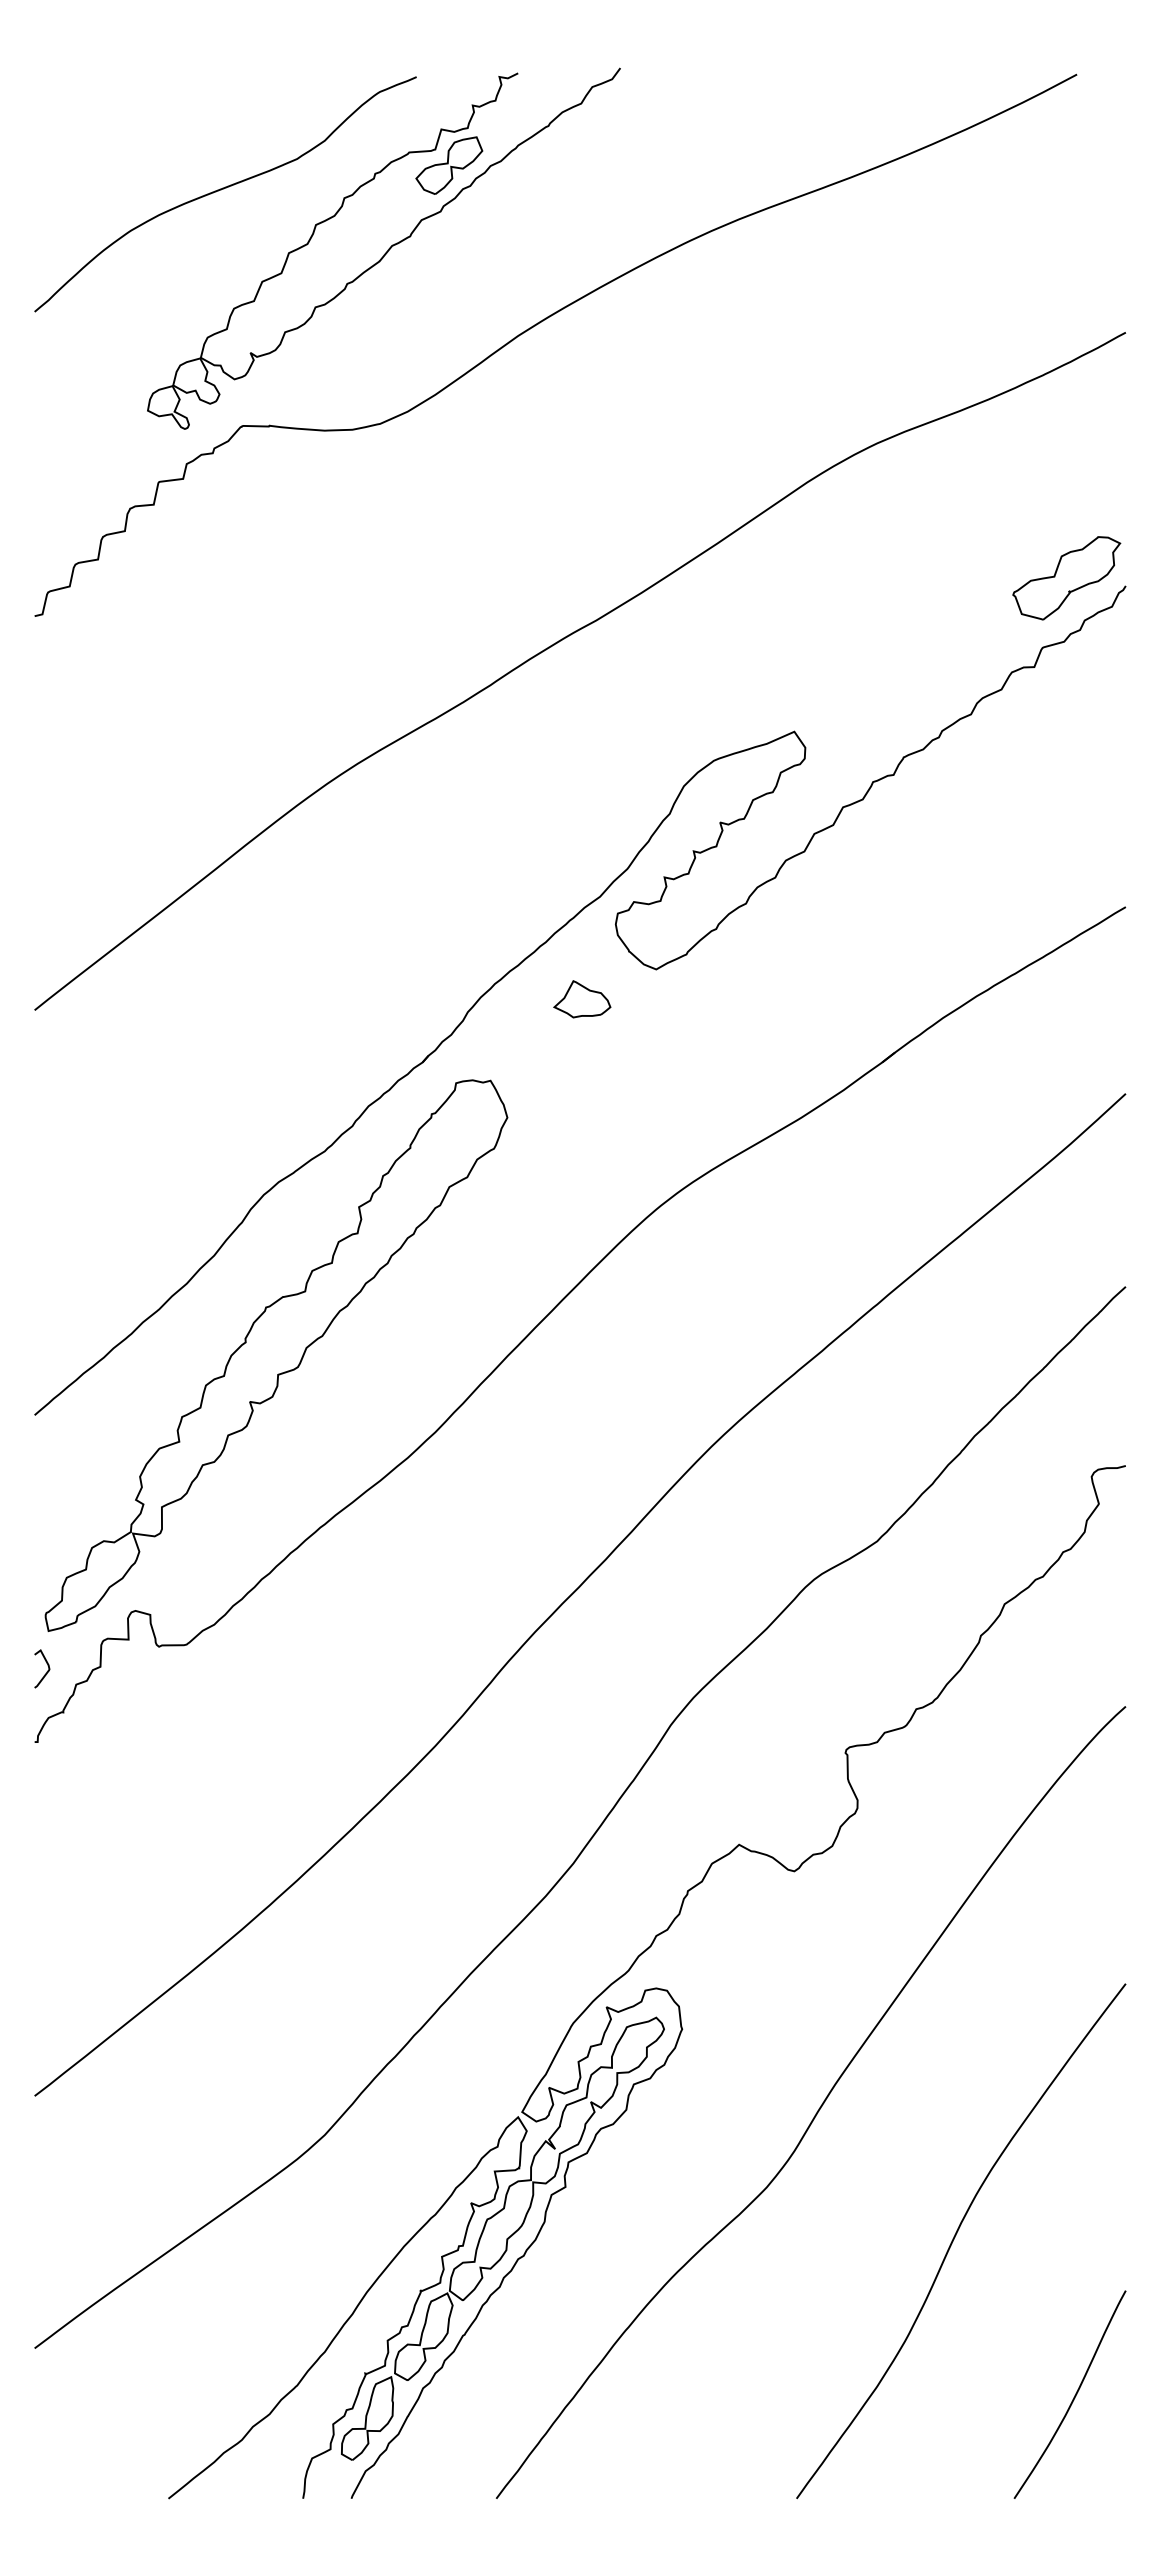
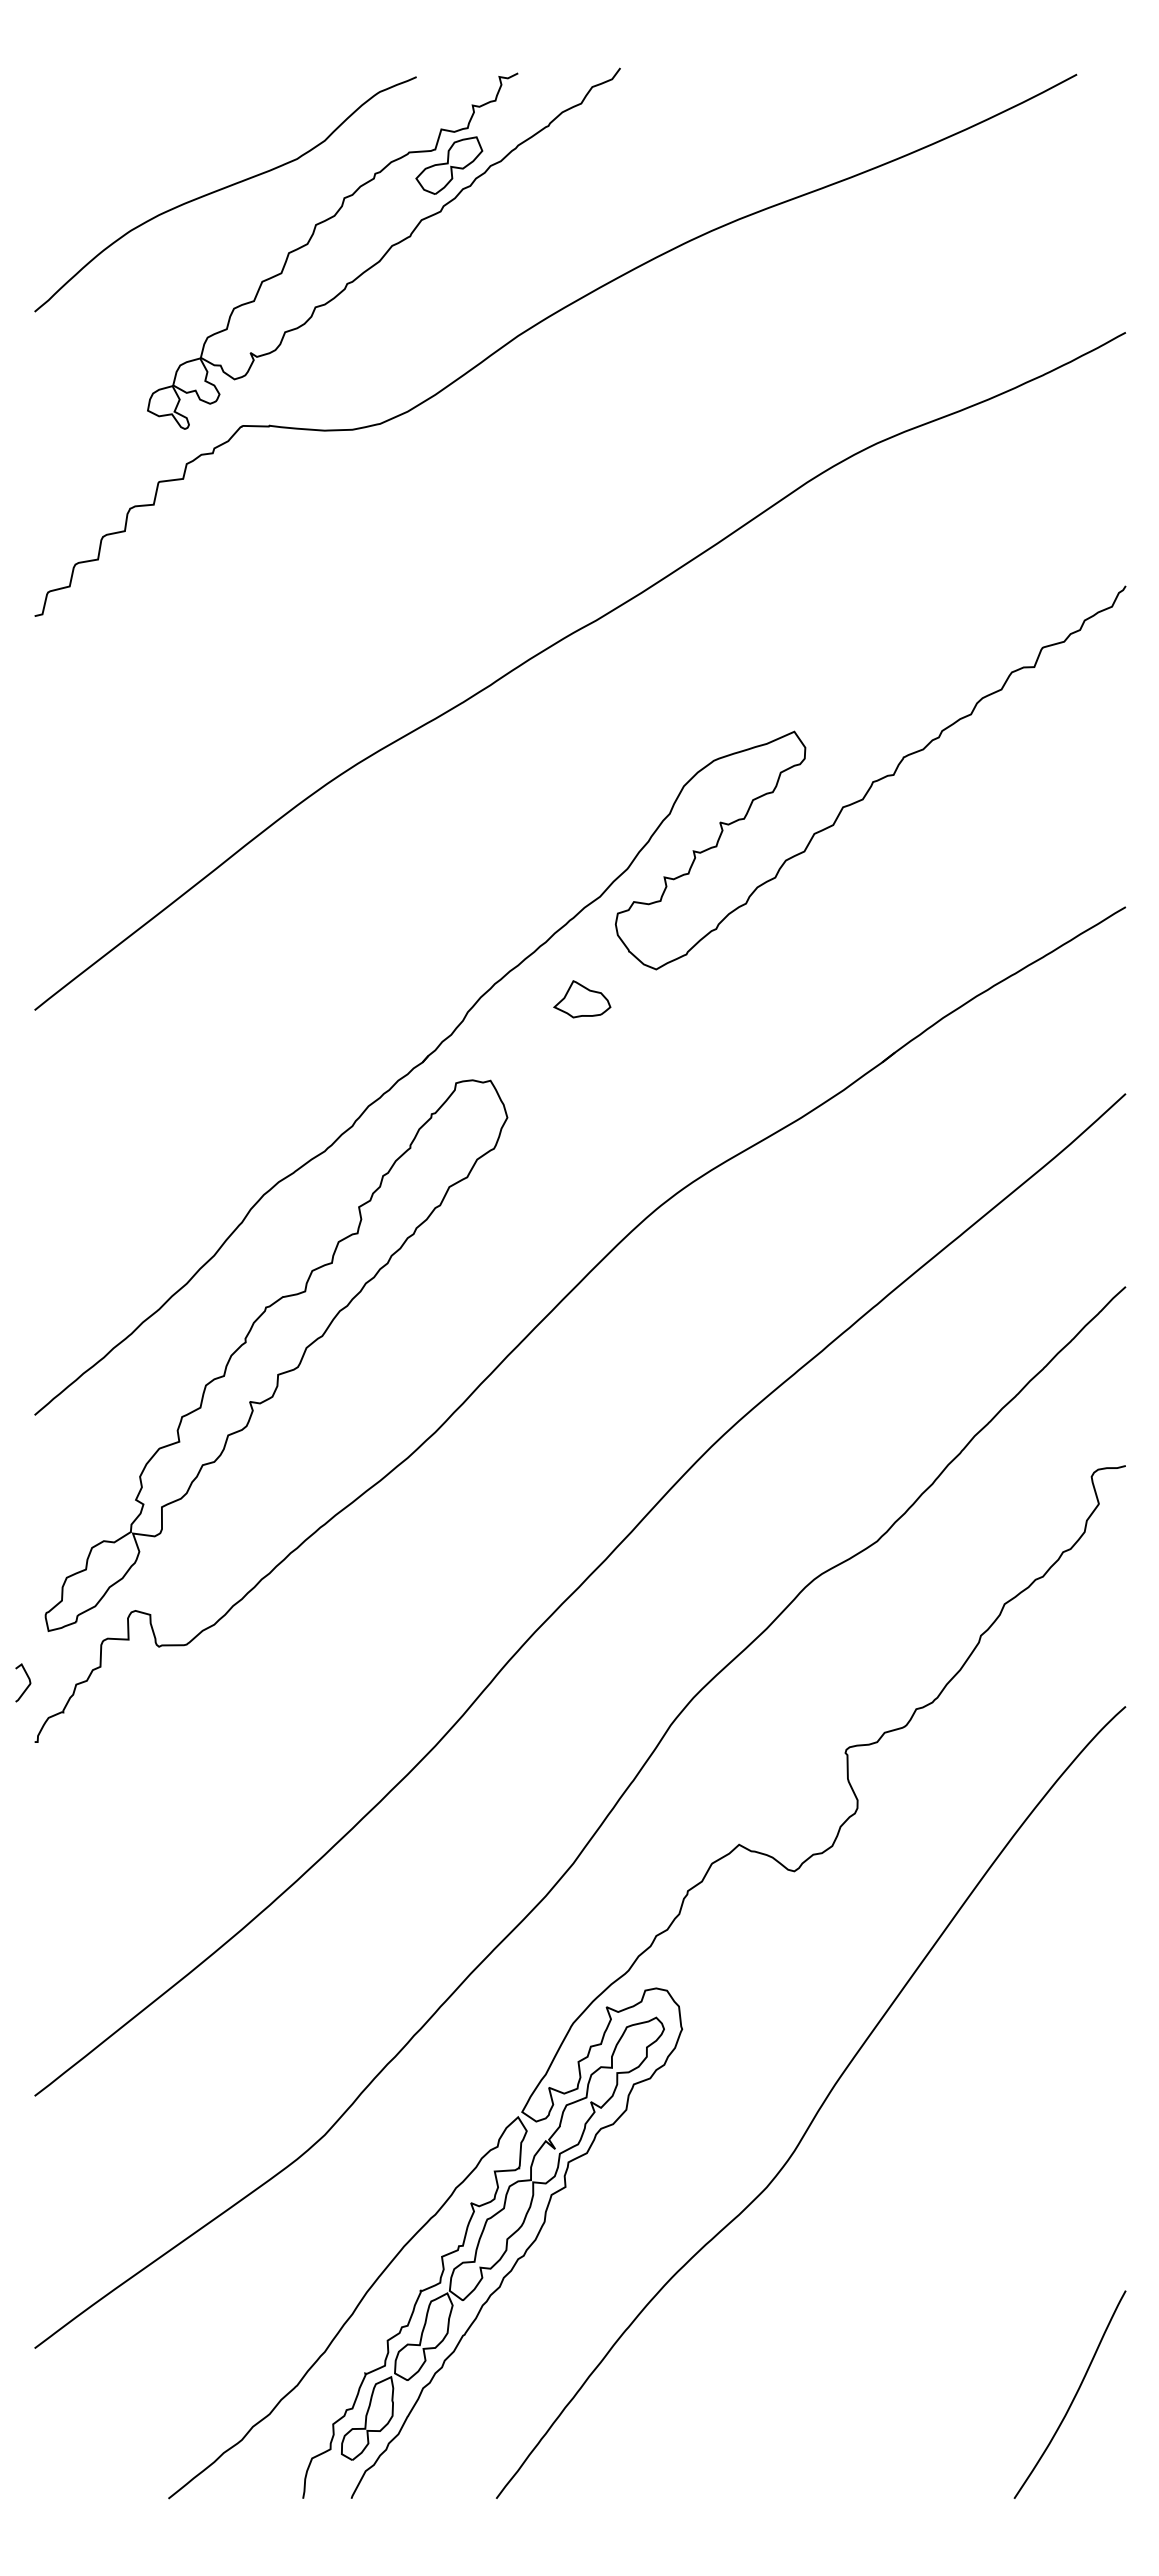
part at (1066, 578): present -> none
curve at (46, 1671) position: (46, 1671) -> (27, 1685)
curve at (955, 2237): present -> none
